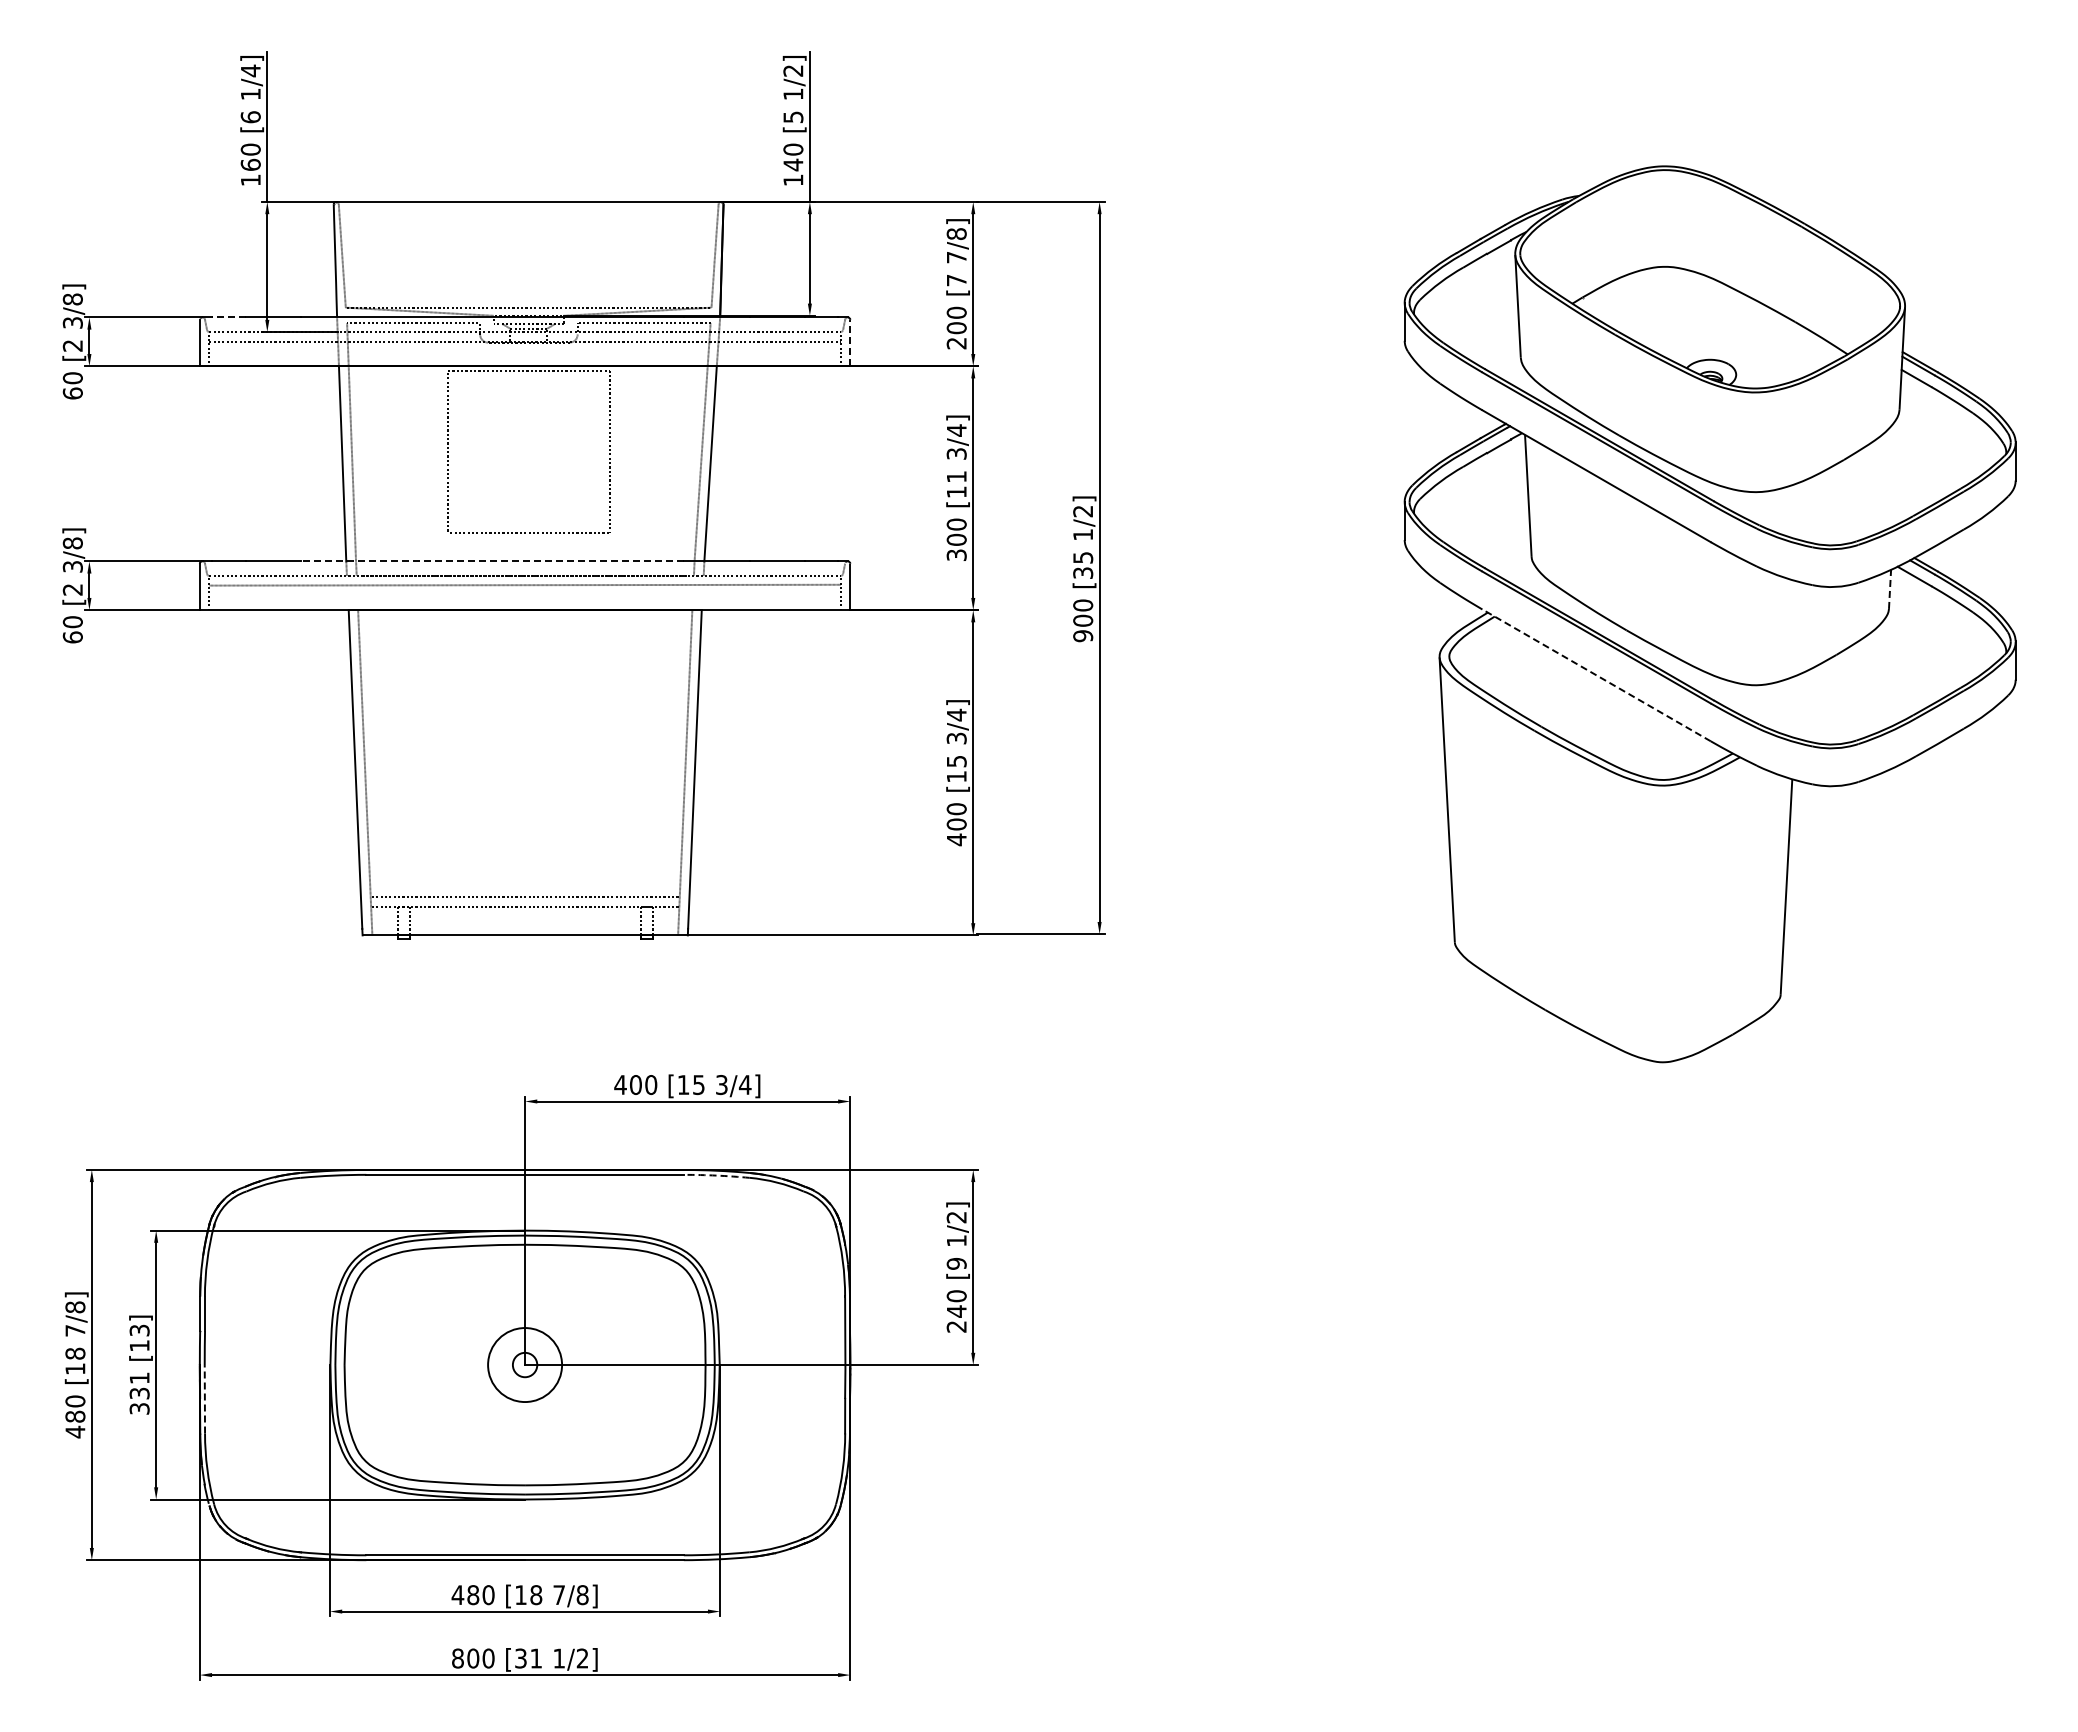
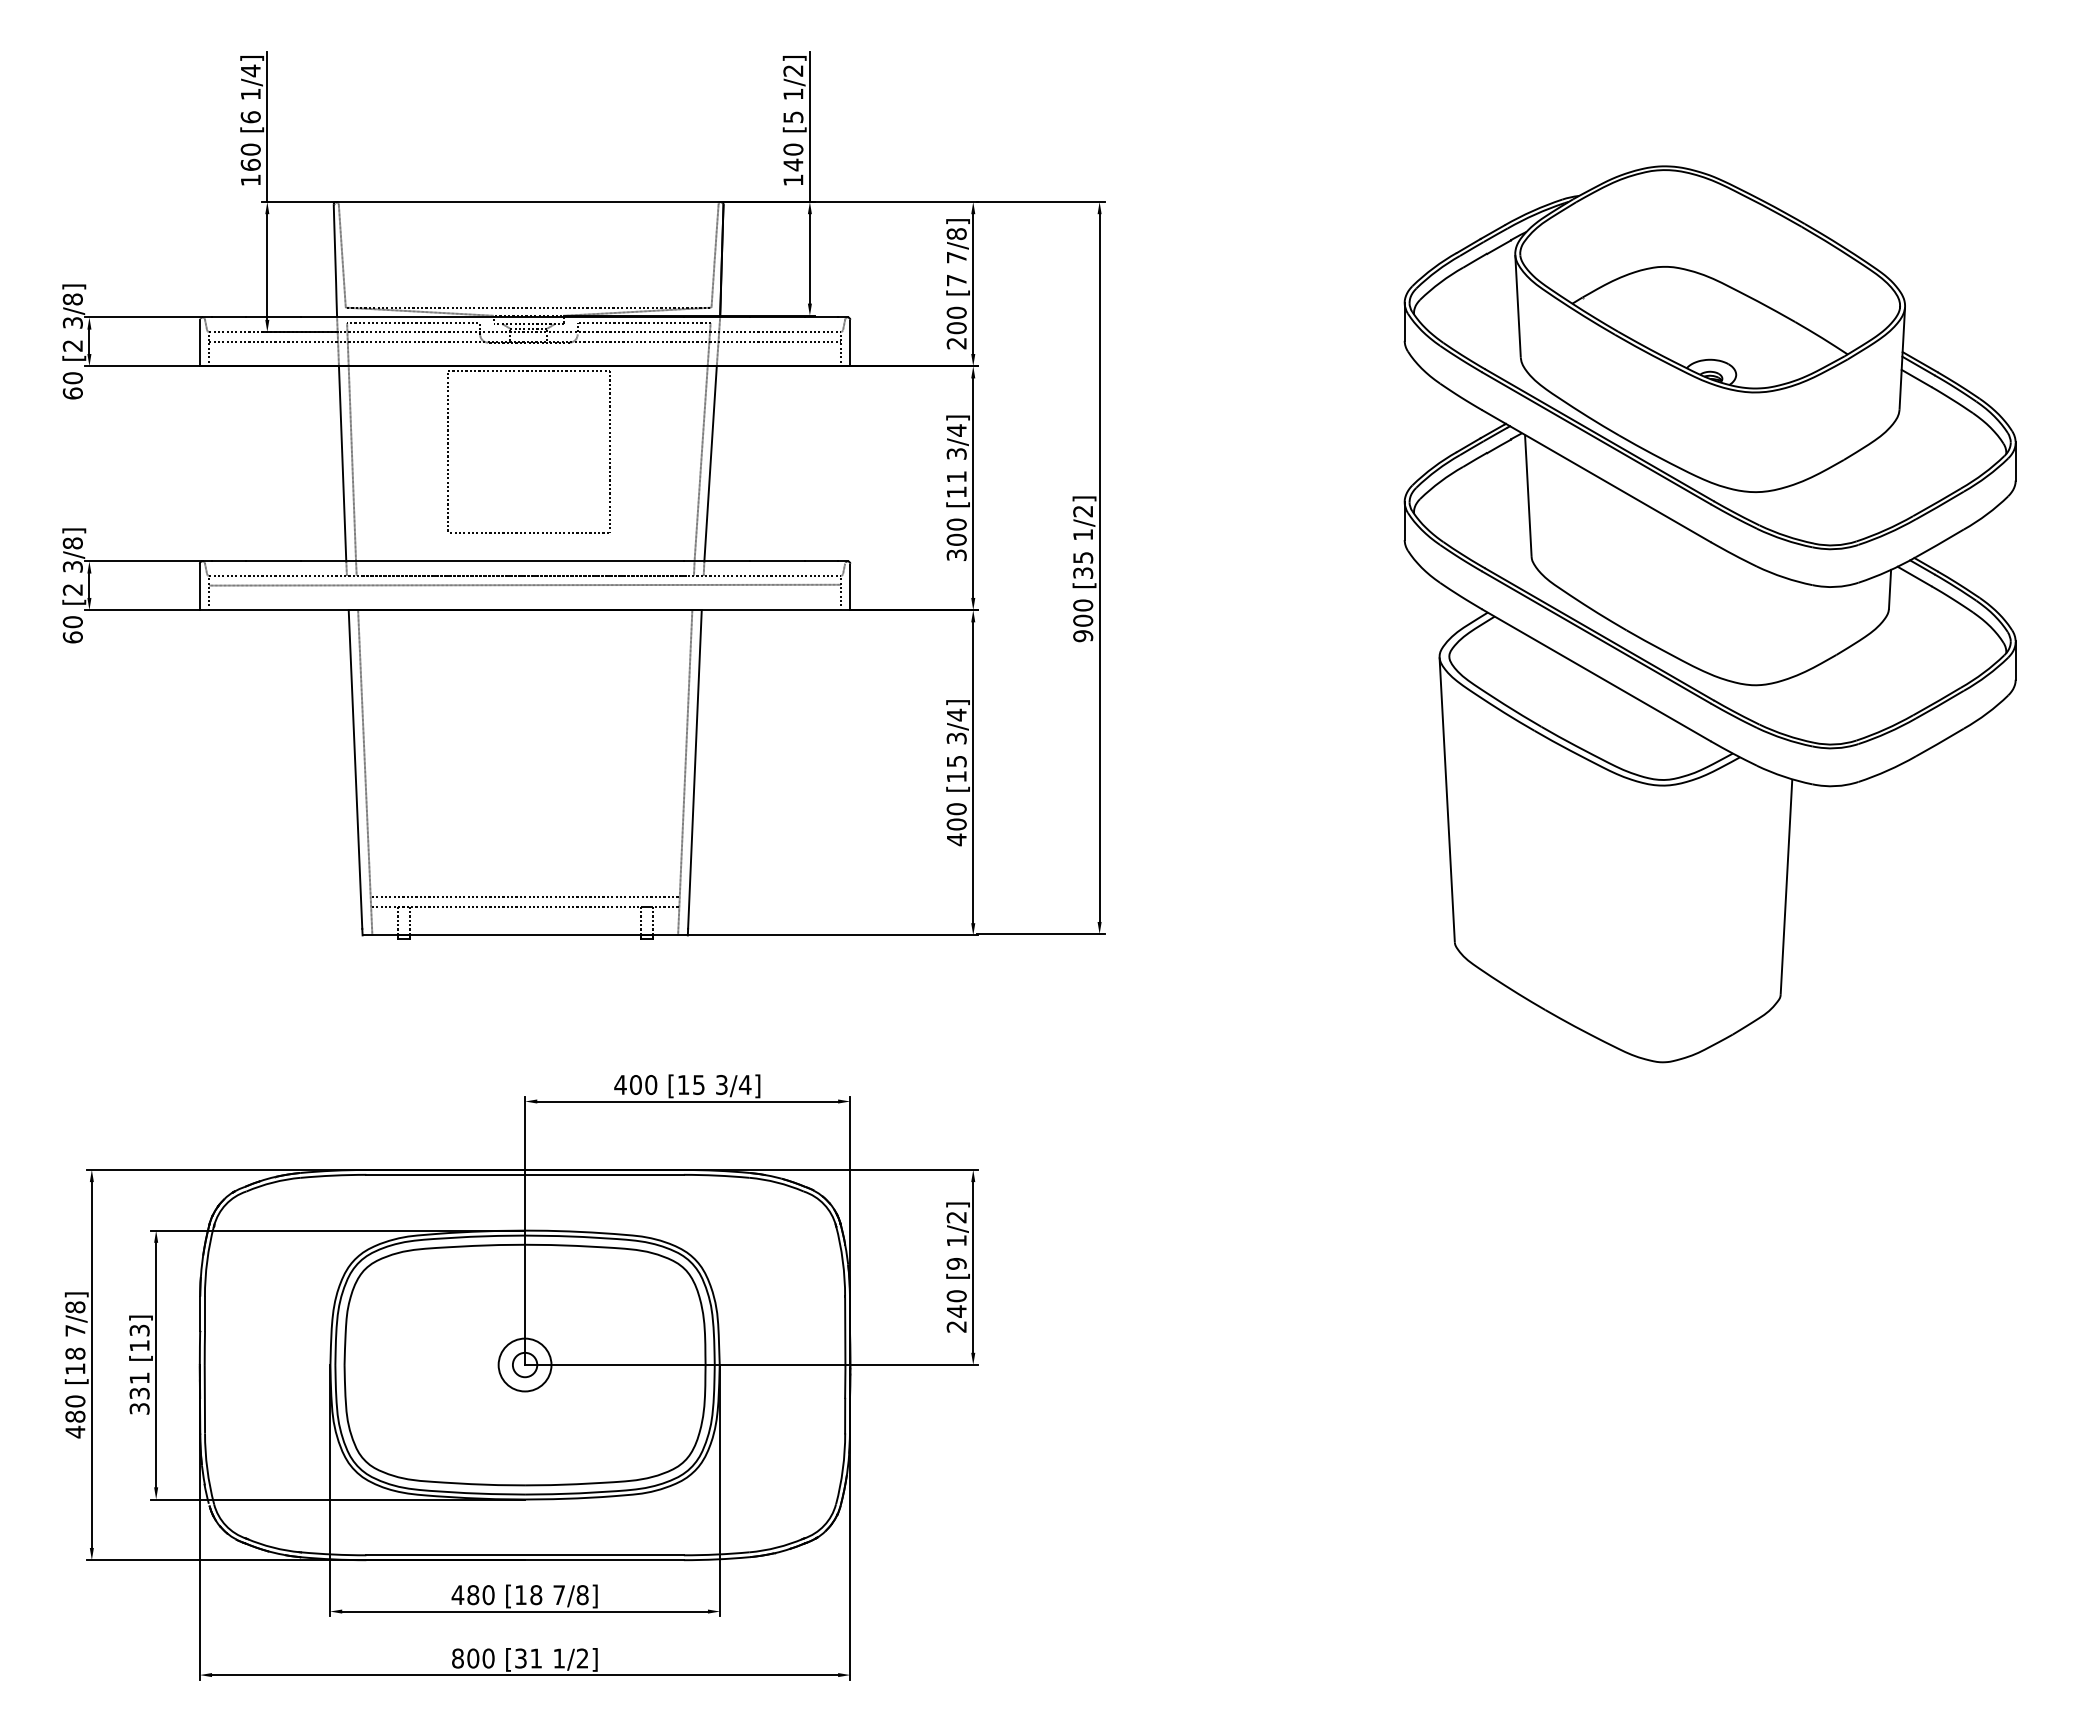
line at (228, 317): dashed -> solid
line at (850, 343): dashed -> solid
line at (492, 561): dashed -> solid
line at (1890, 589): dashed -> solid
line at (1596, 675): dashed -> solid
arc at (716, 1175): dashed -> solid
circle at (525, 1365) diameter: 74 px -> 53 px
line at (204, 1398): dashed -> solid
